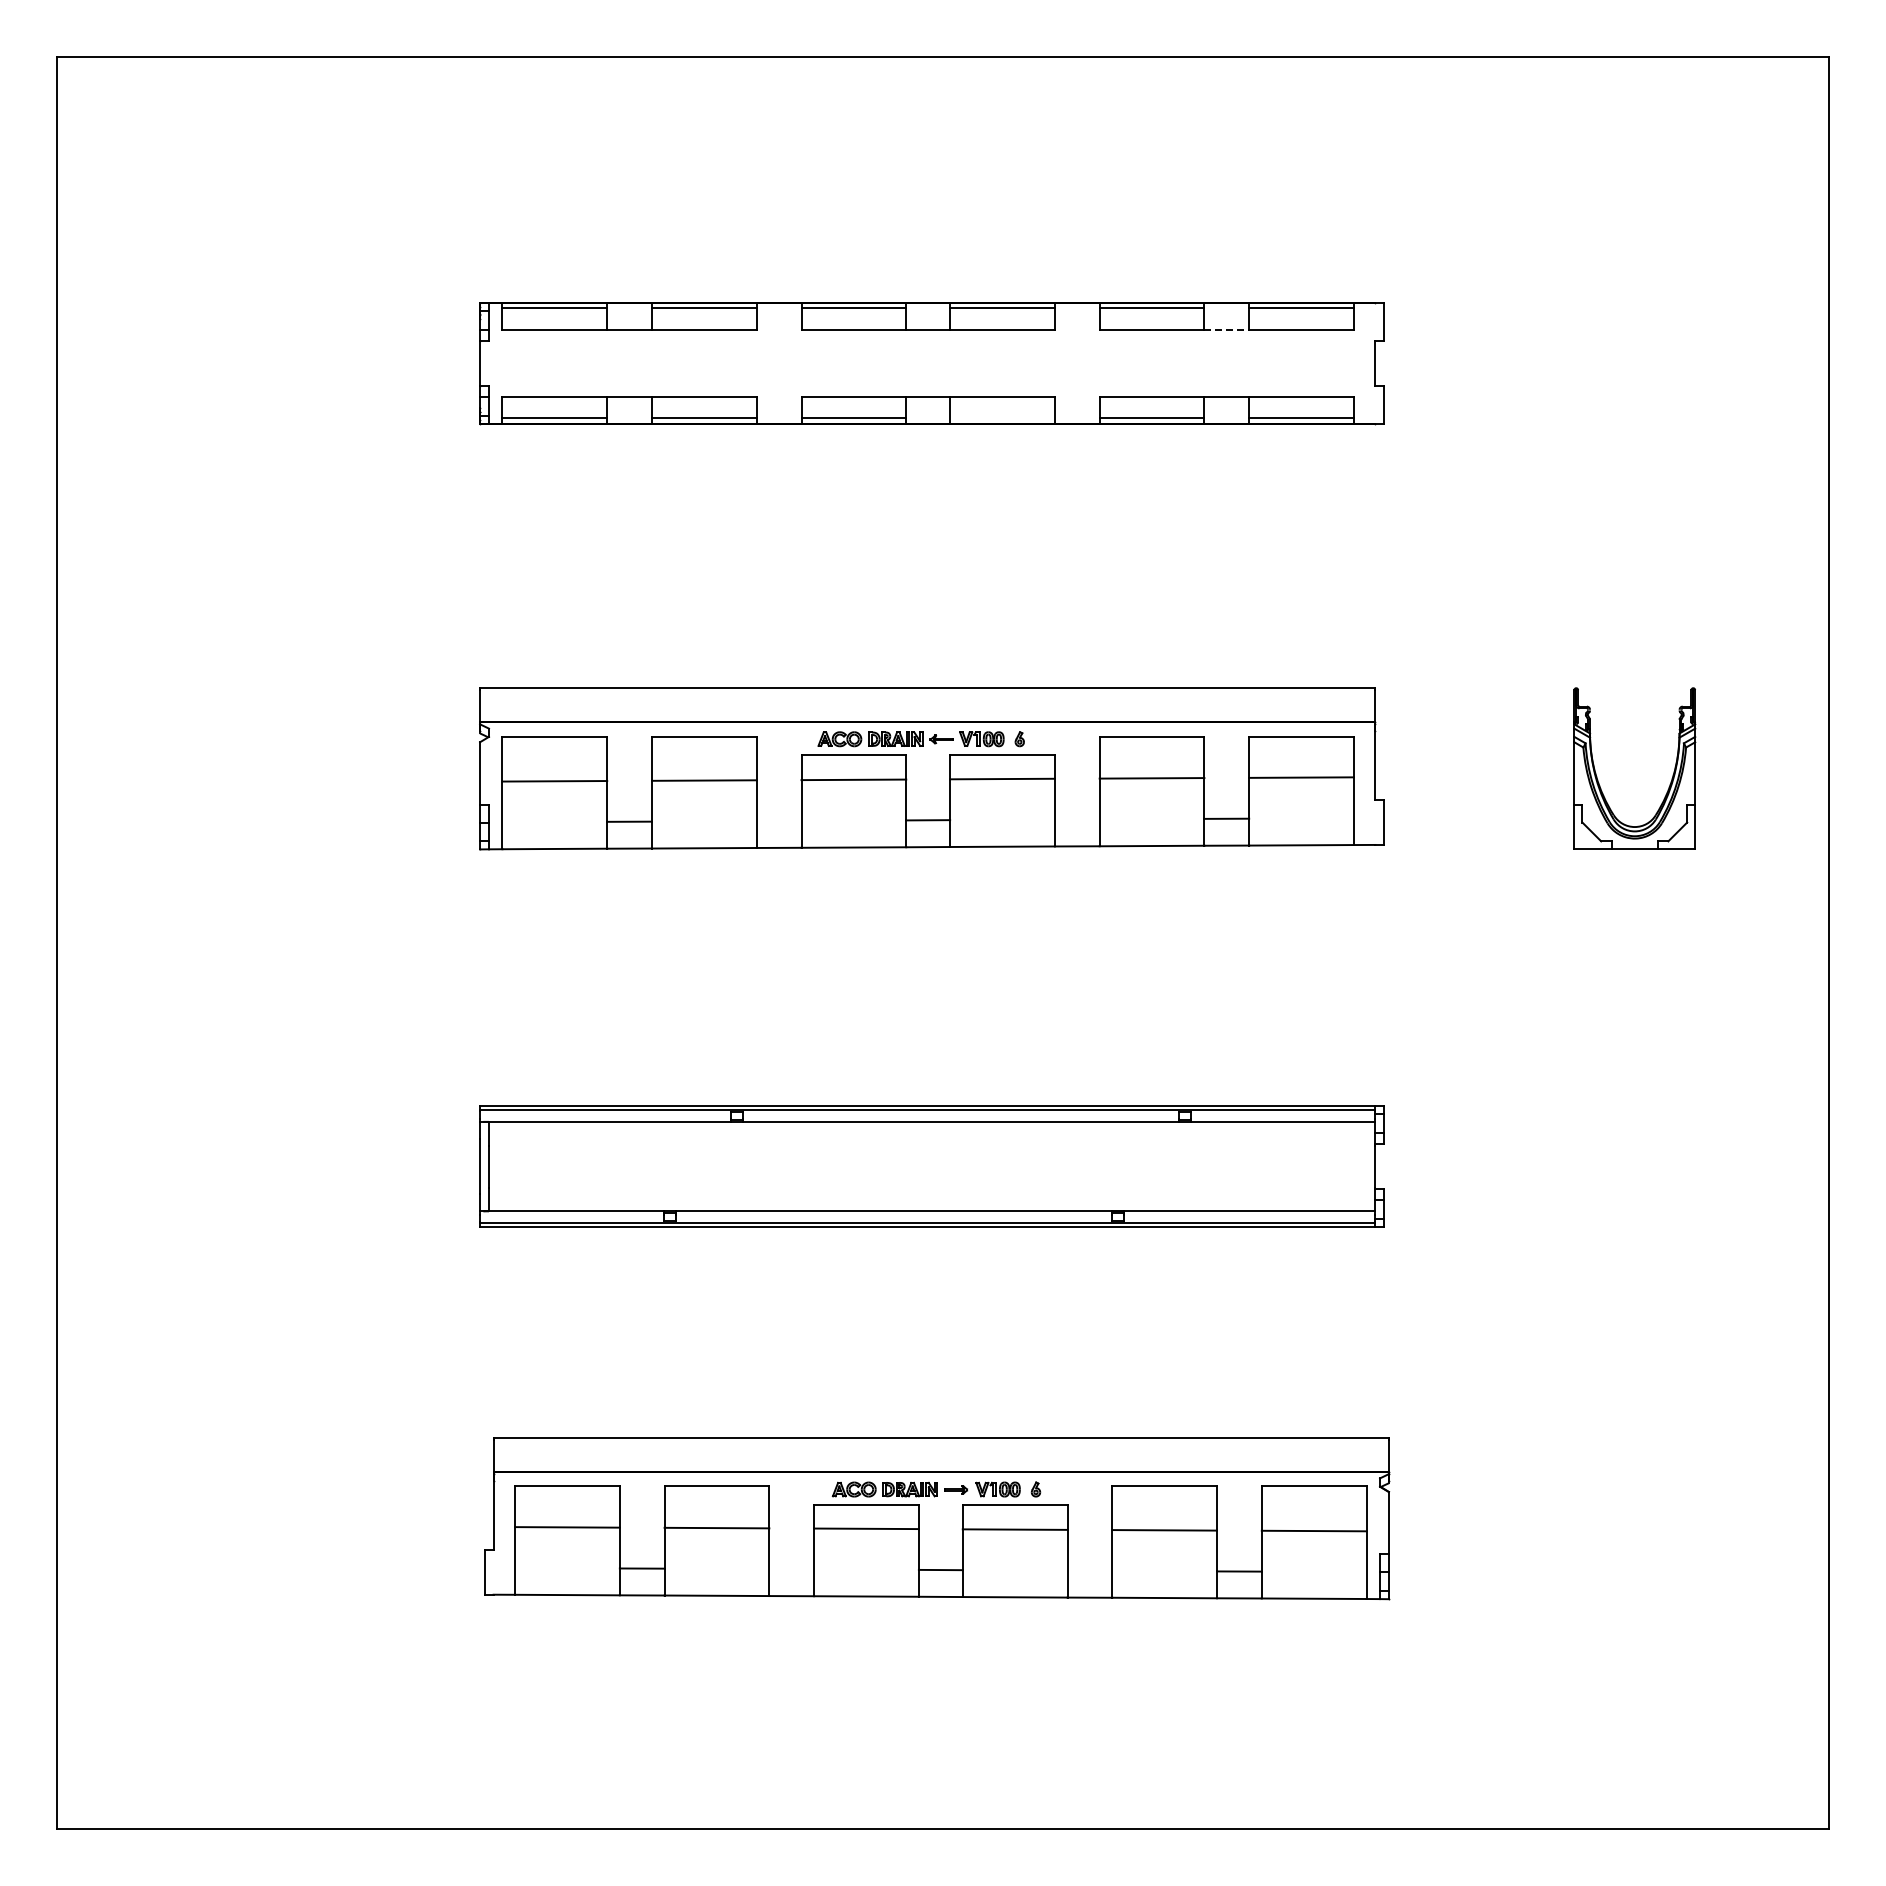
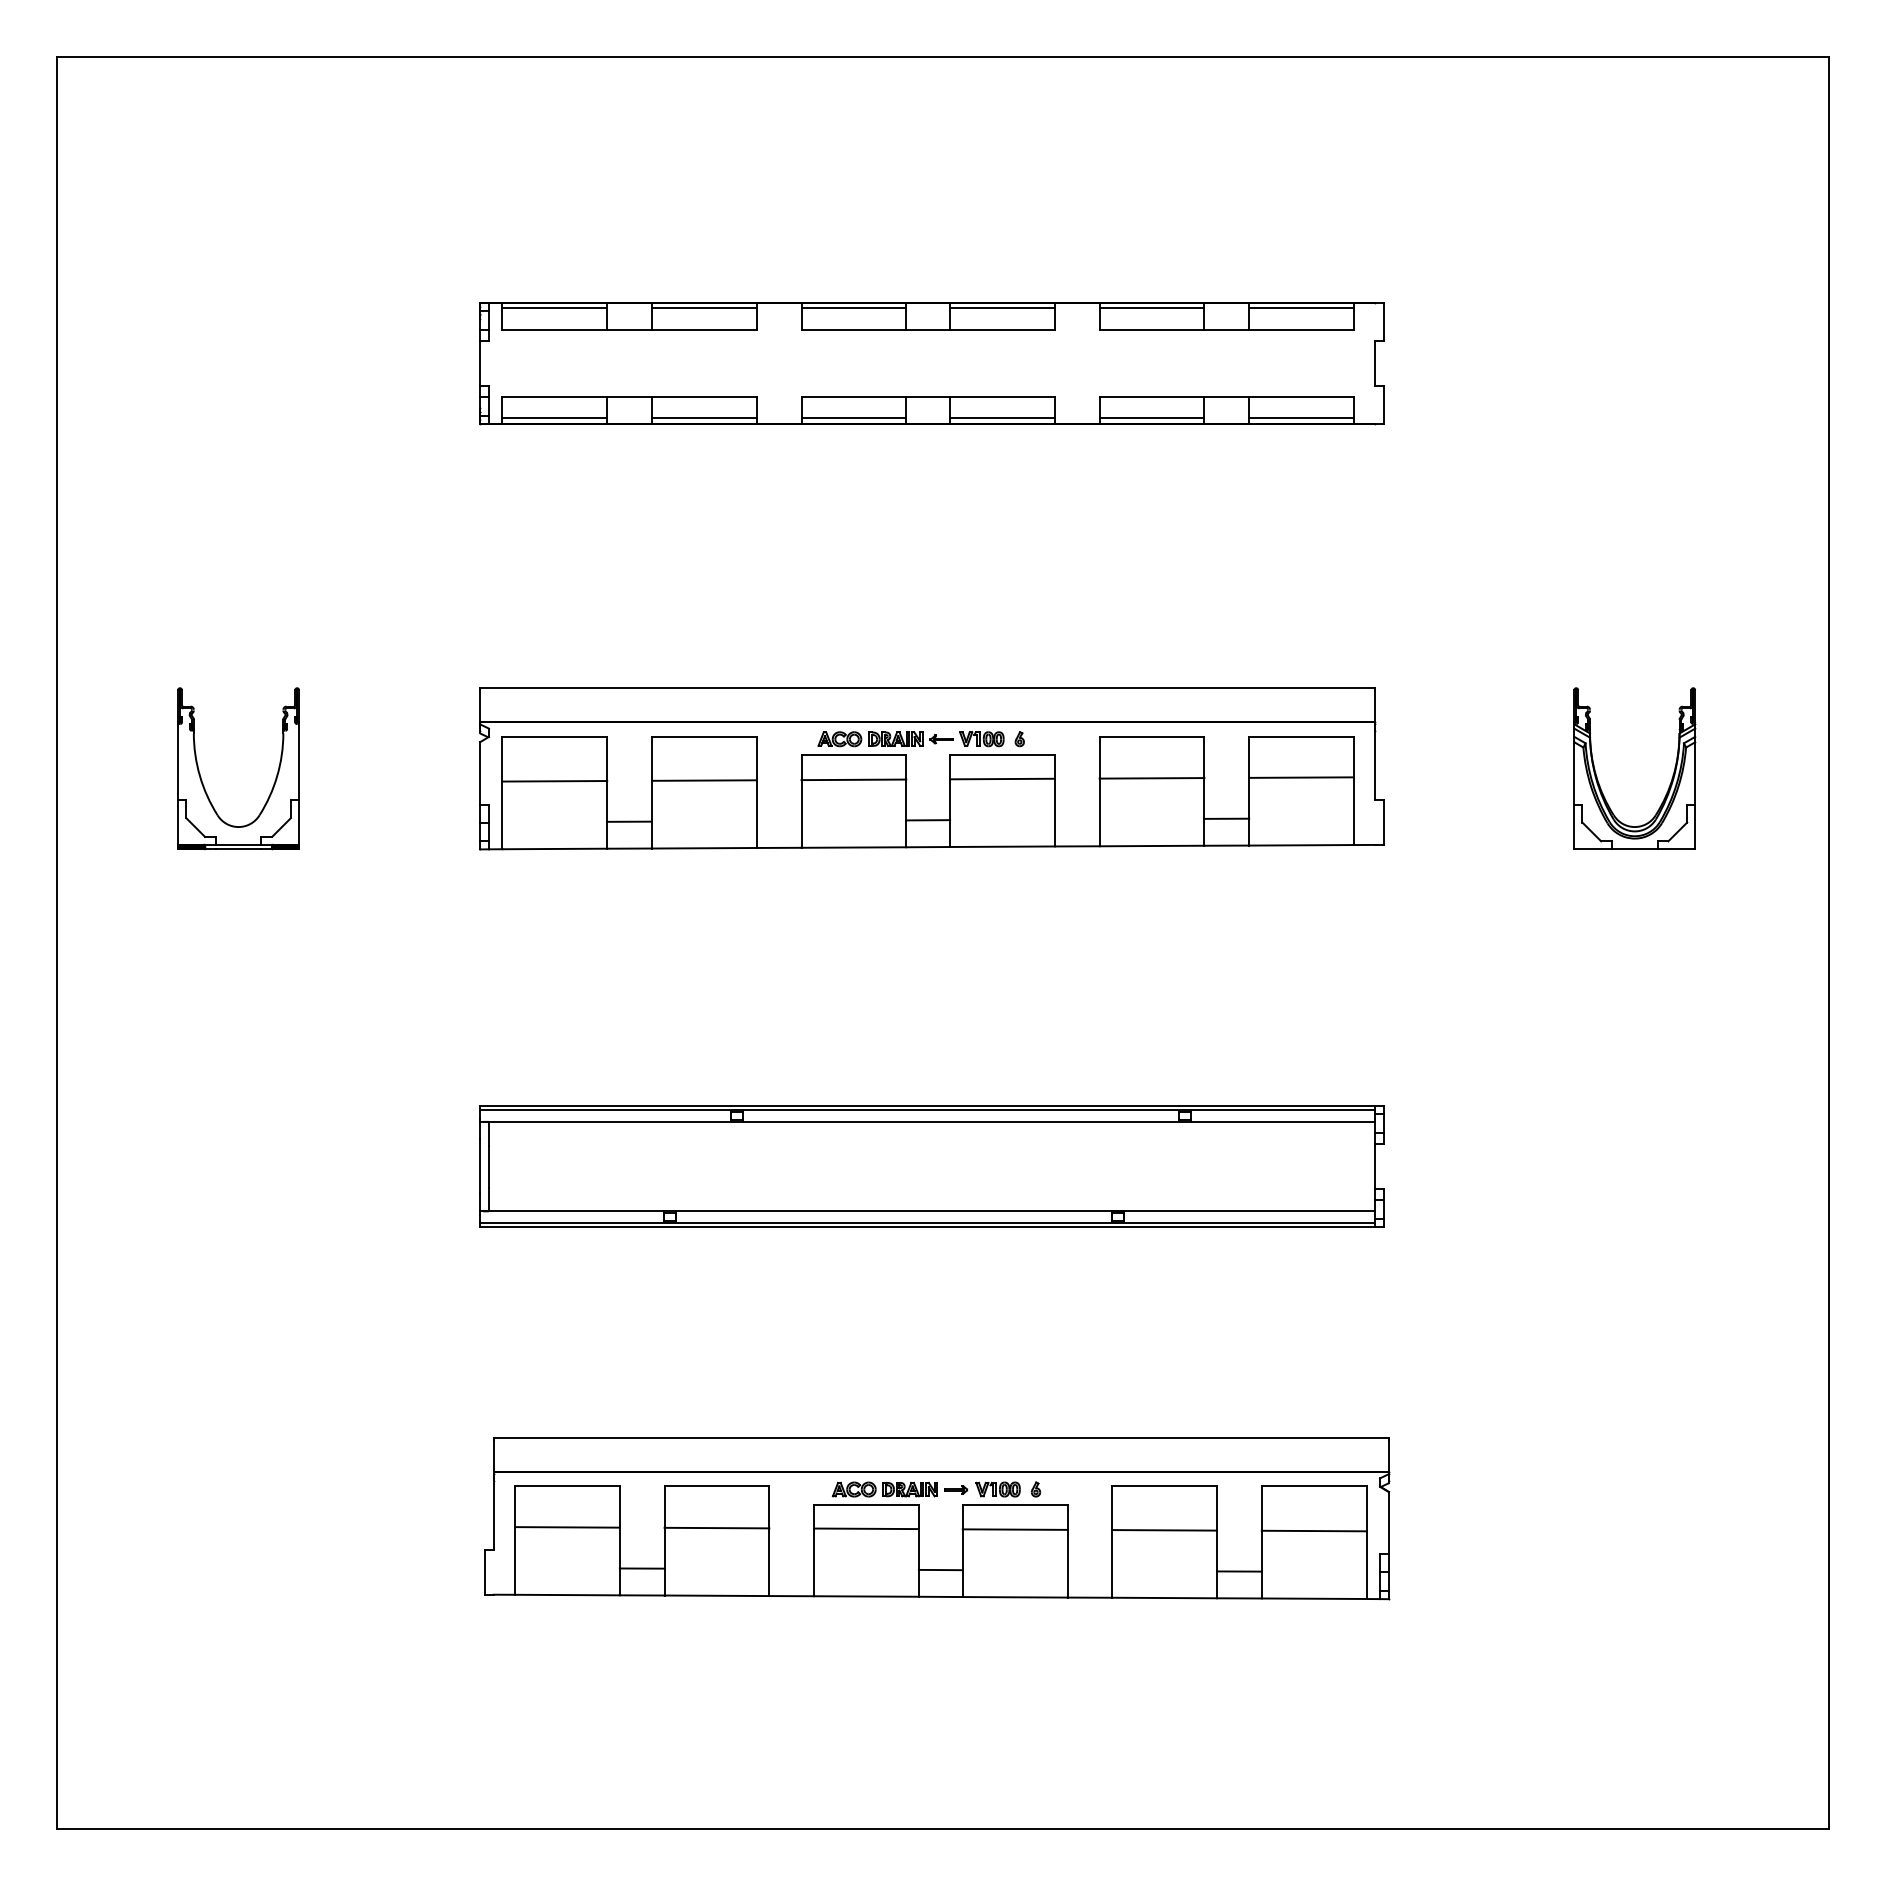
line at (1227, 329): dashed -> solid
line at (1002, 418): none -> present
part at (201, 776): none -> present
